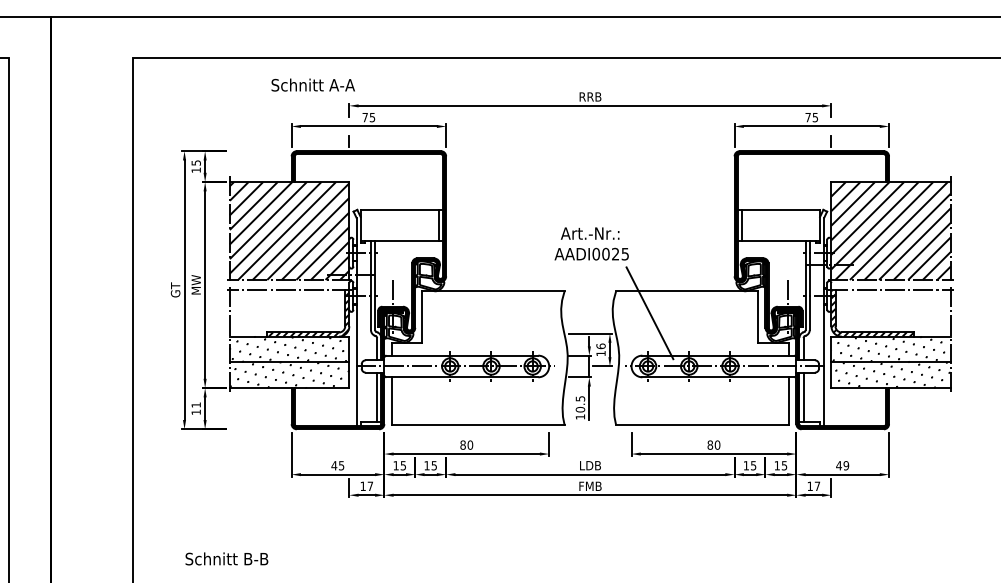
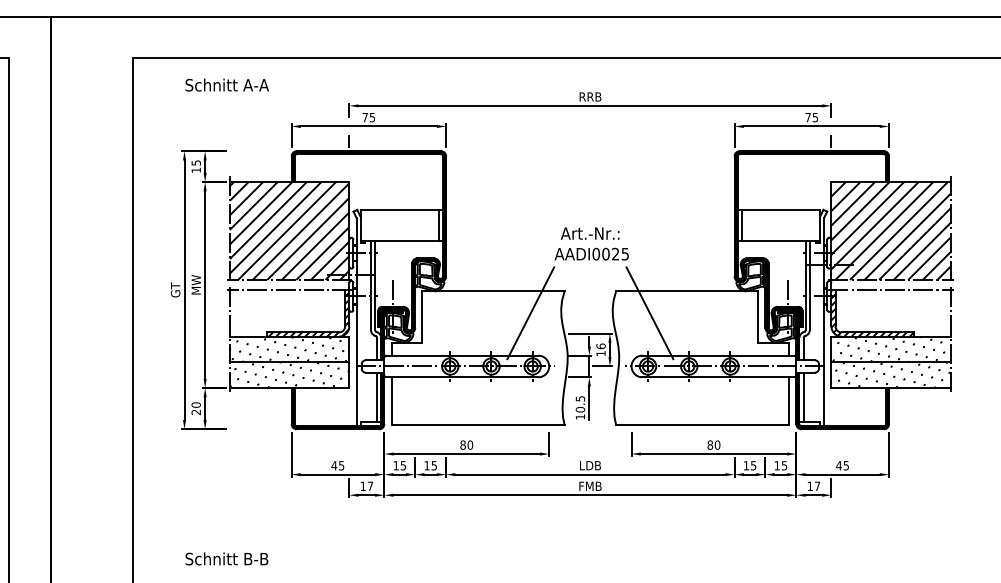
text at (312, 84) position: (312, 84) -> (226, 84)
line at (530, 313): none -> present
text at (195, 408): 11 -> 20
text at (846, 465): 49 -> 45
